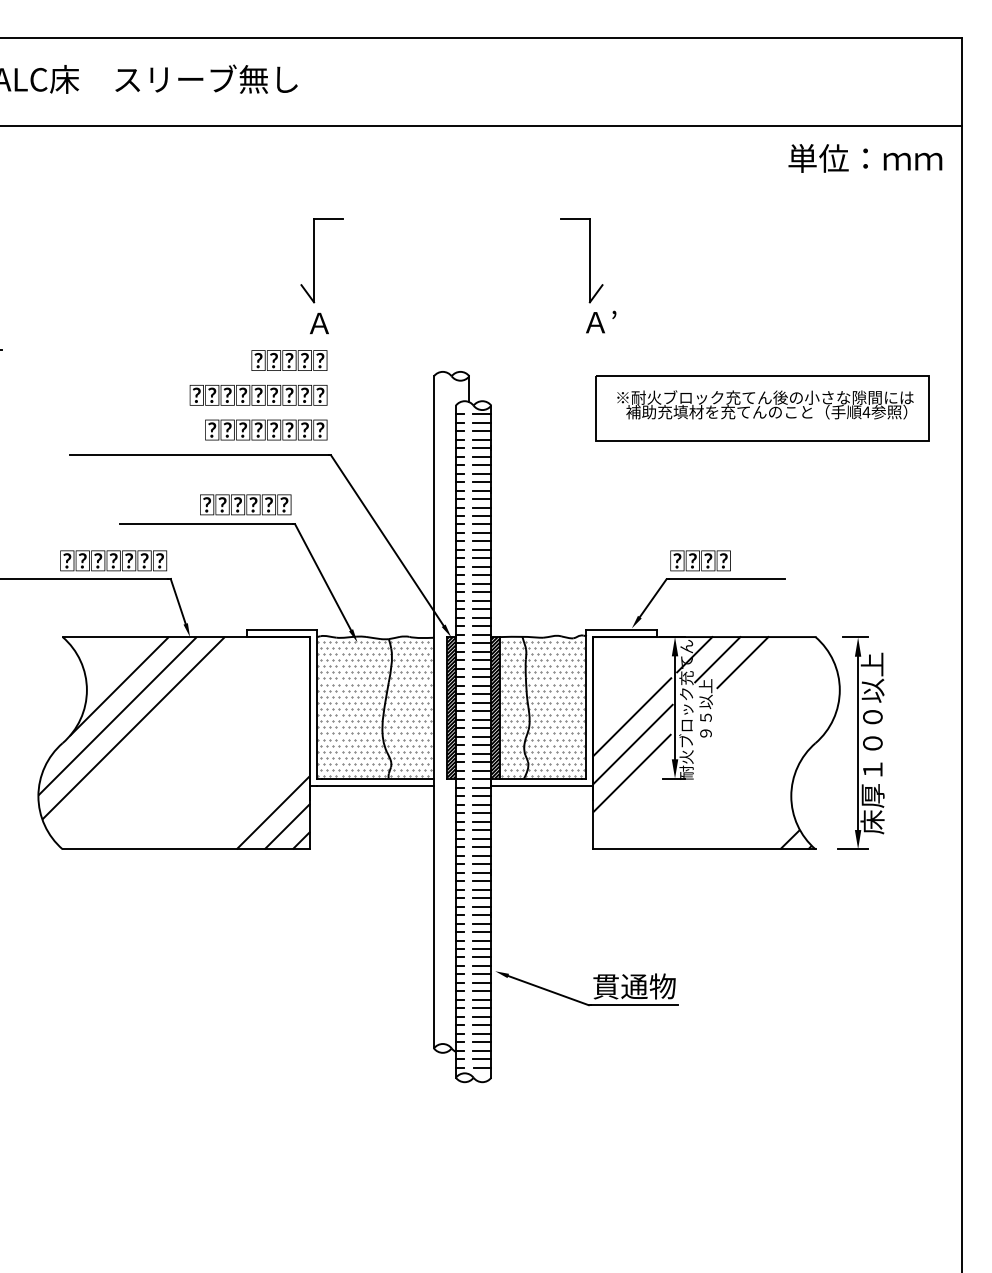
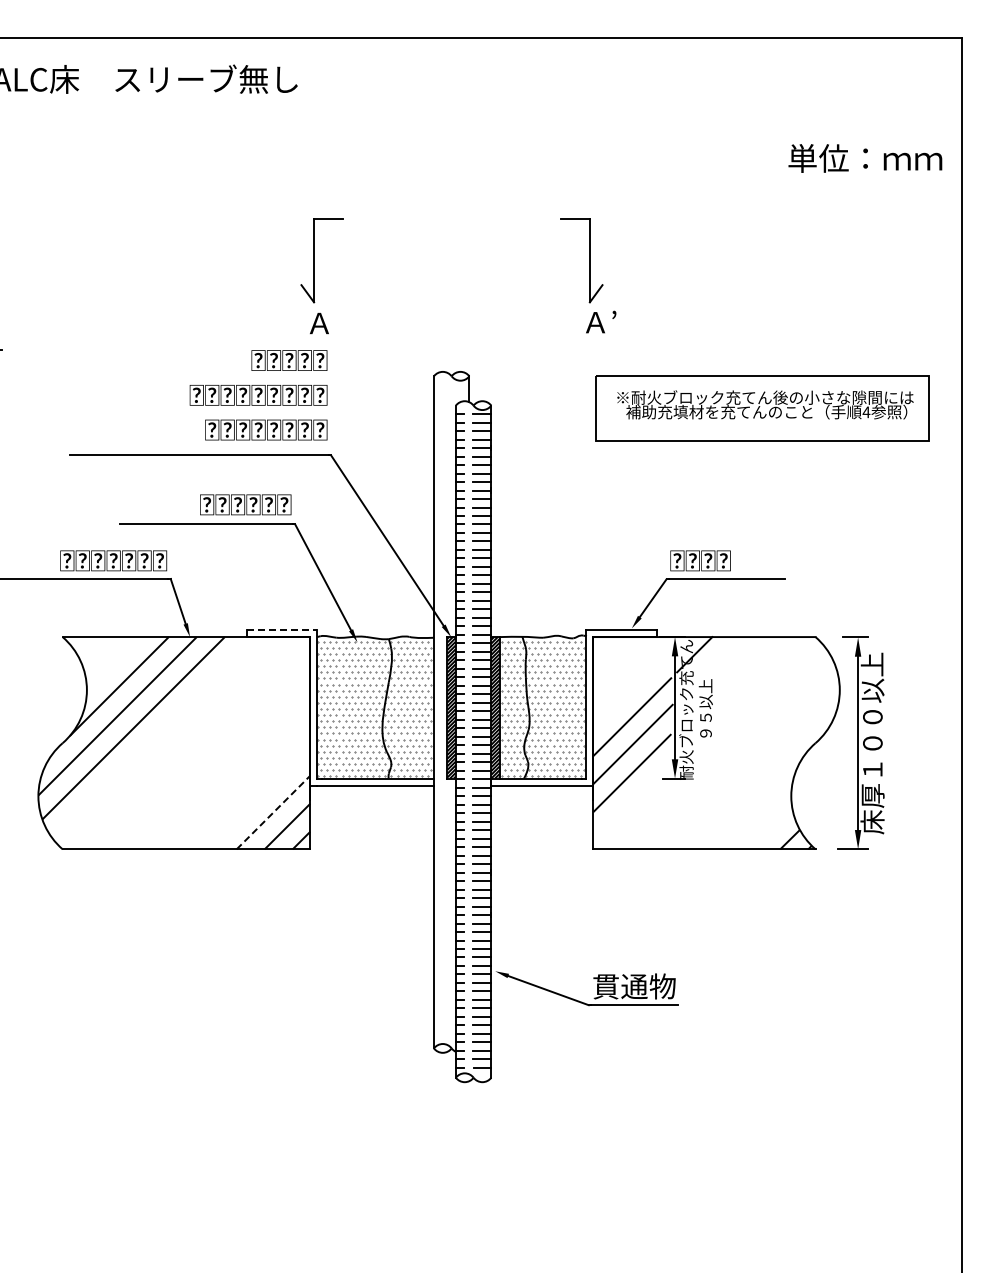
line at (482, 126): present -> none
line at (282, 630): solid -> dashed
line at (717, 659): present -> none
line at (742, 662): present -> none
line at (273, 812): solid -> dashed
